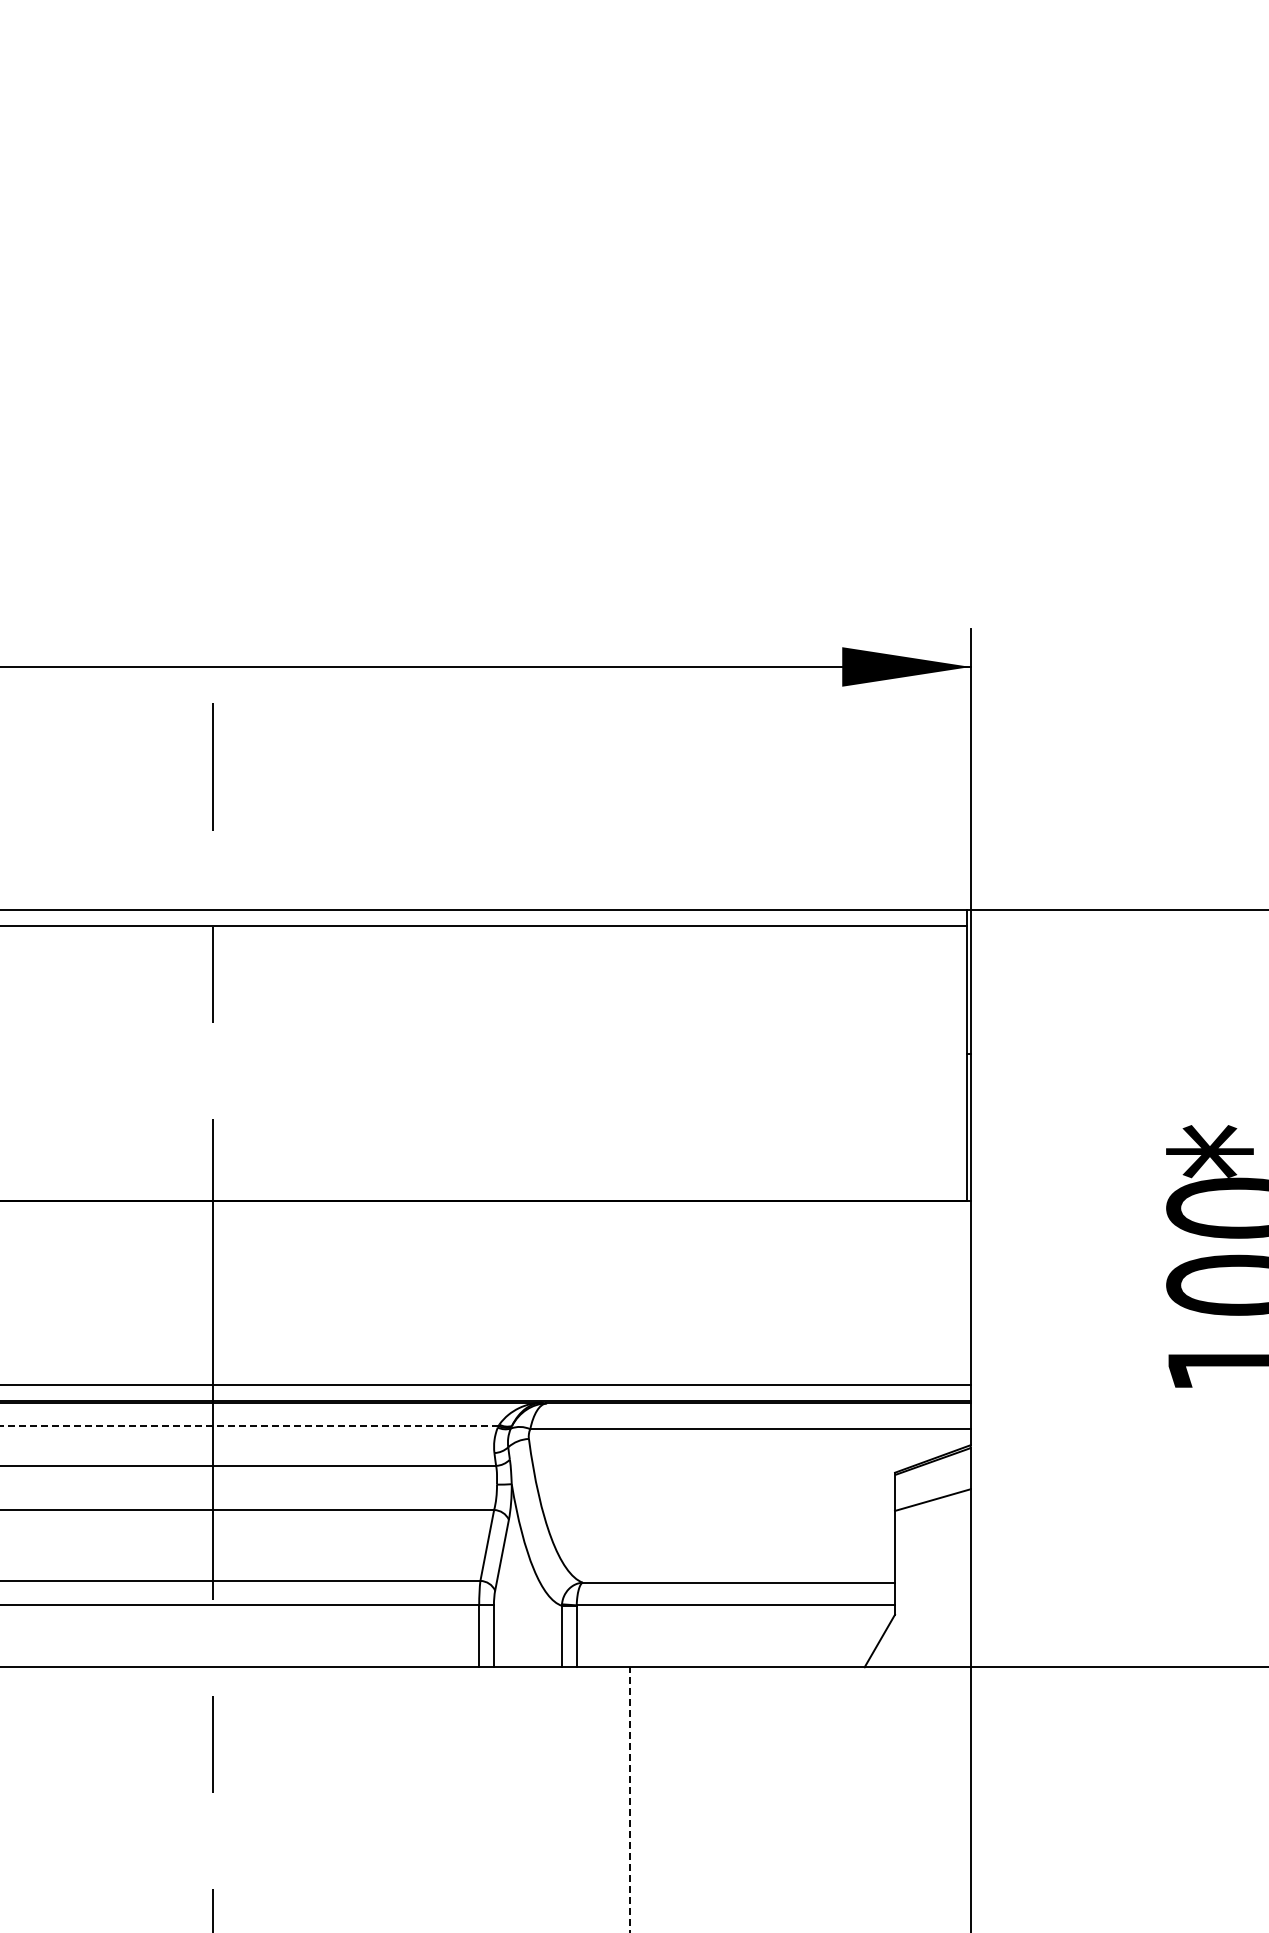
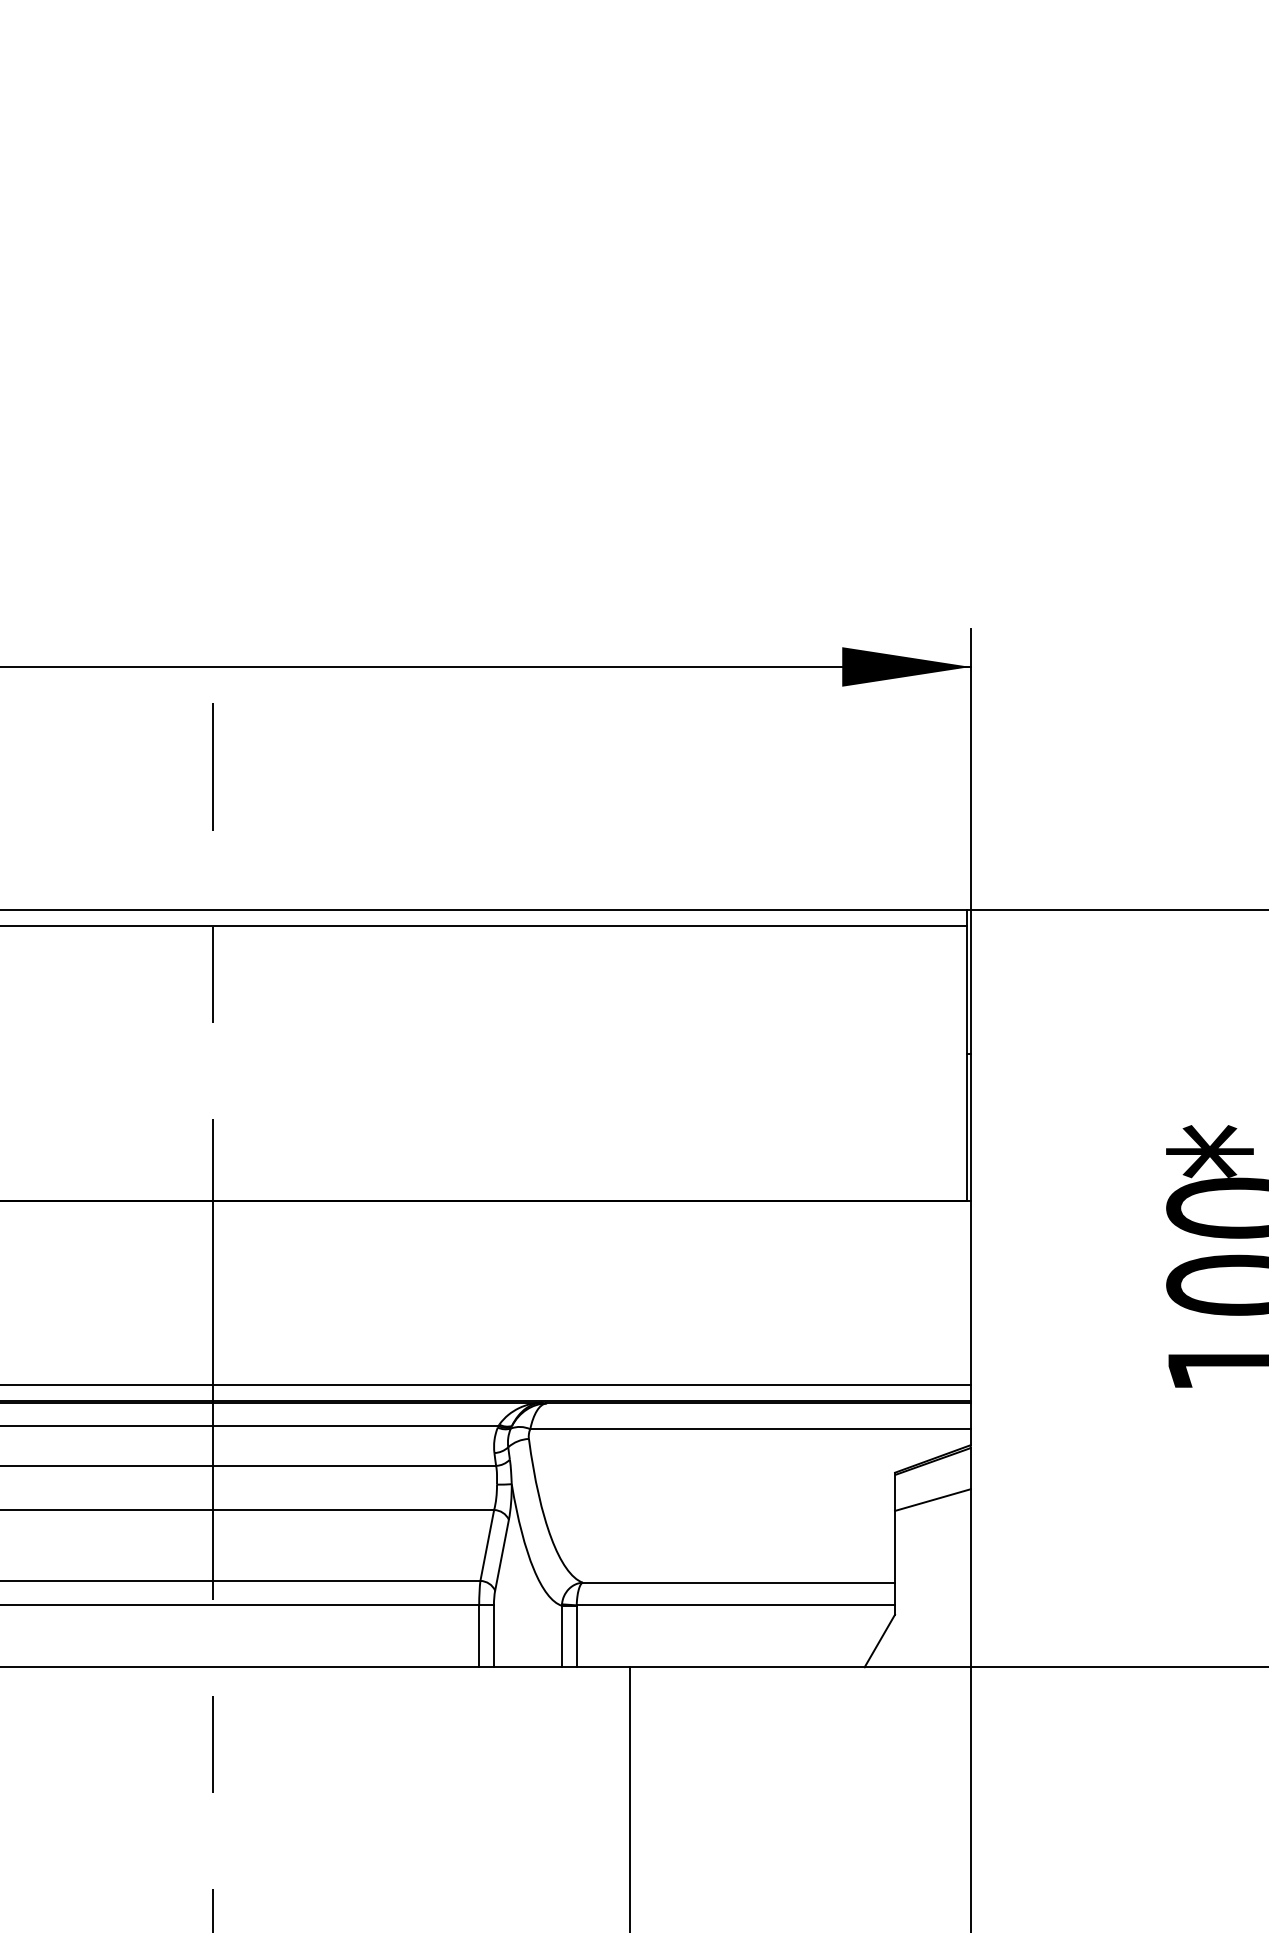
line at (248, 1425): dashed -> solid
line at (629, 1799): dashed -> solid
